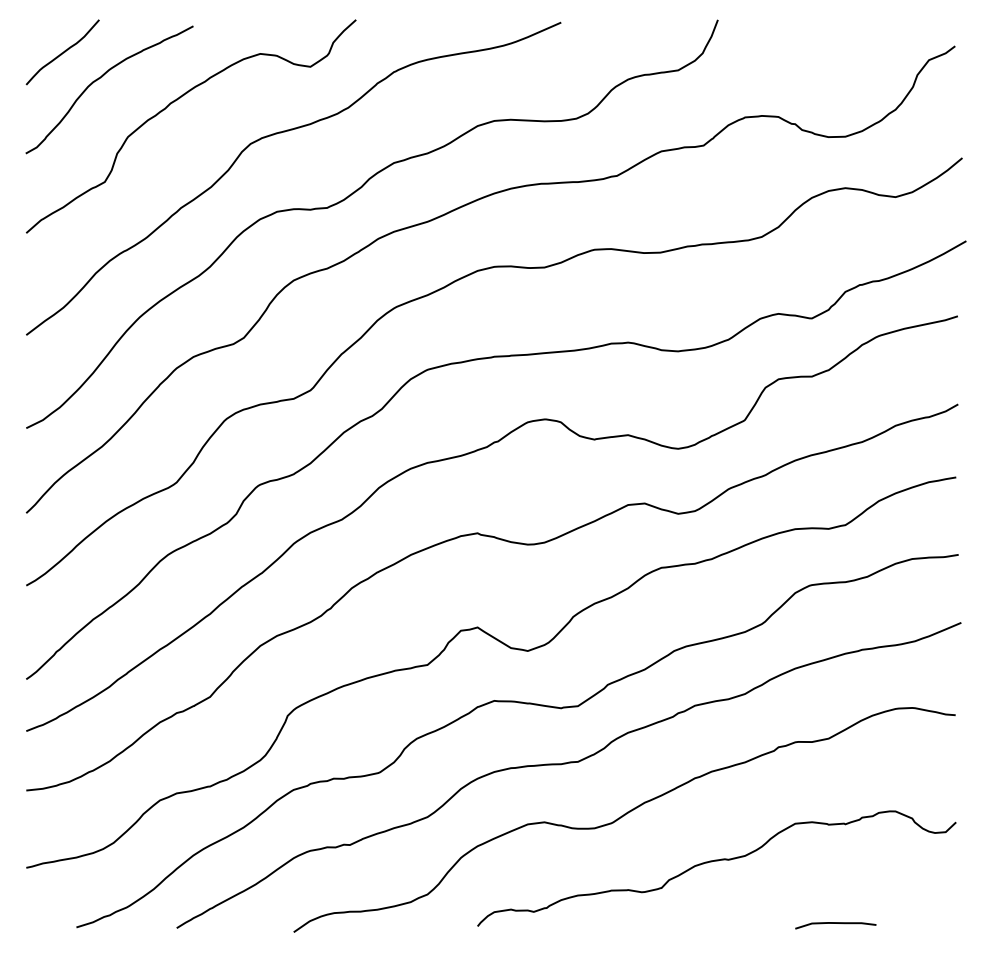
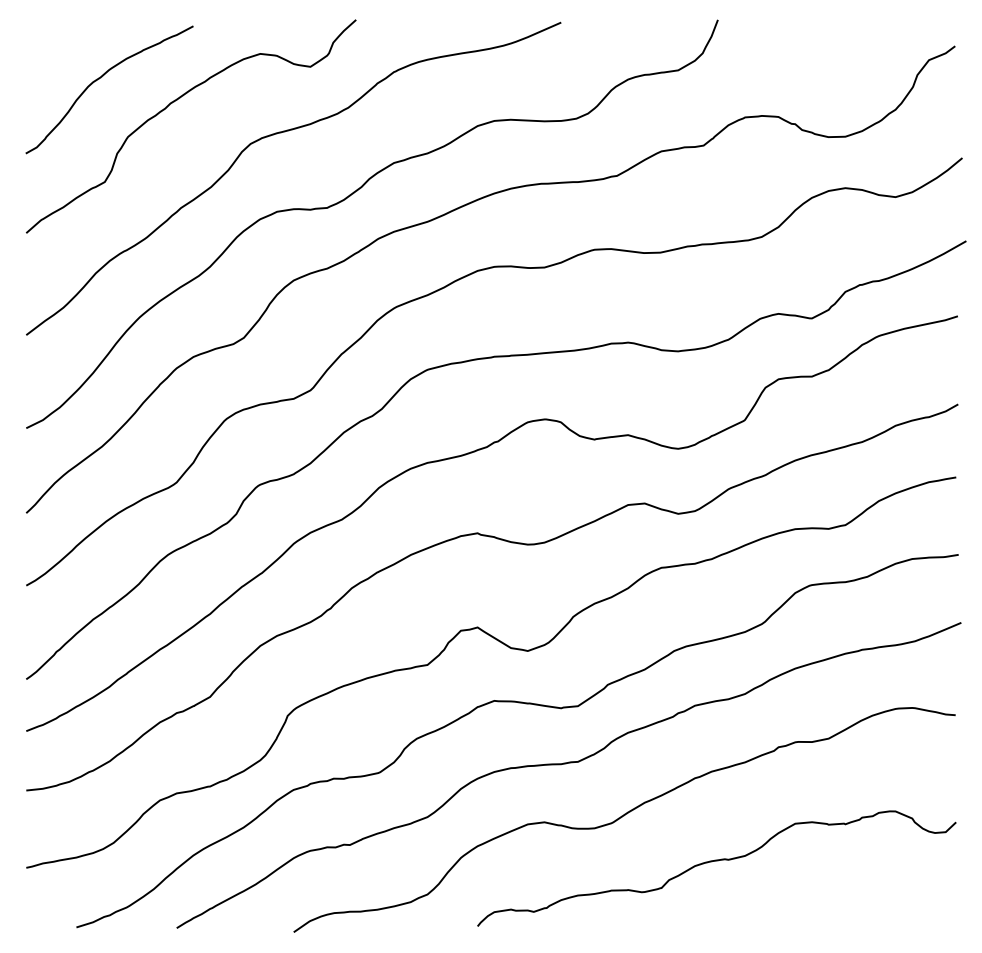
curve at (62, 52): present -> none
curve at (835, 923): present -> none
